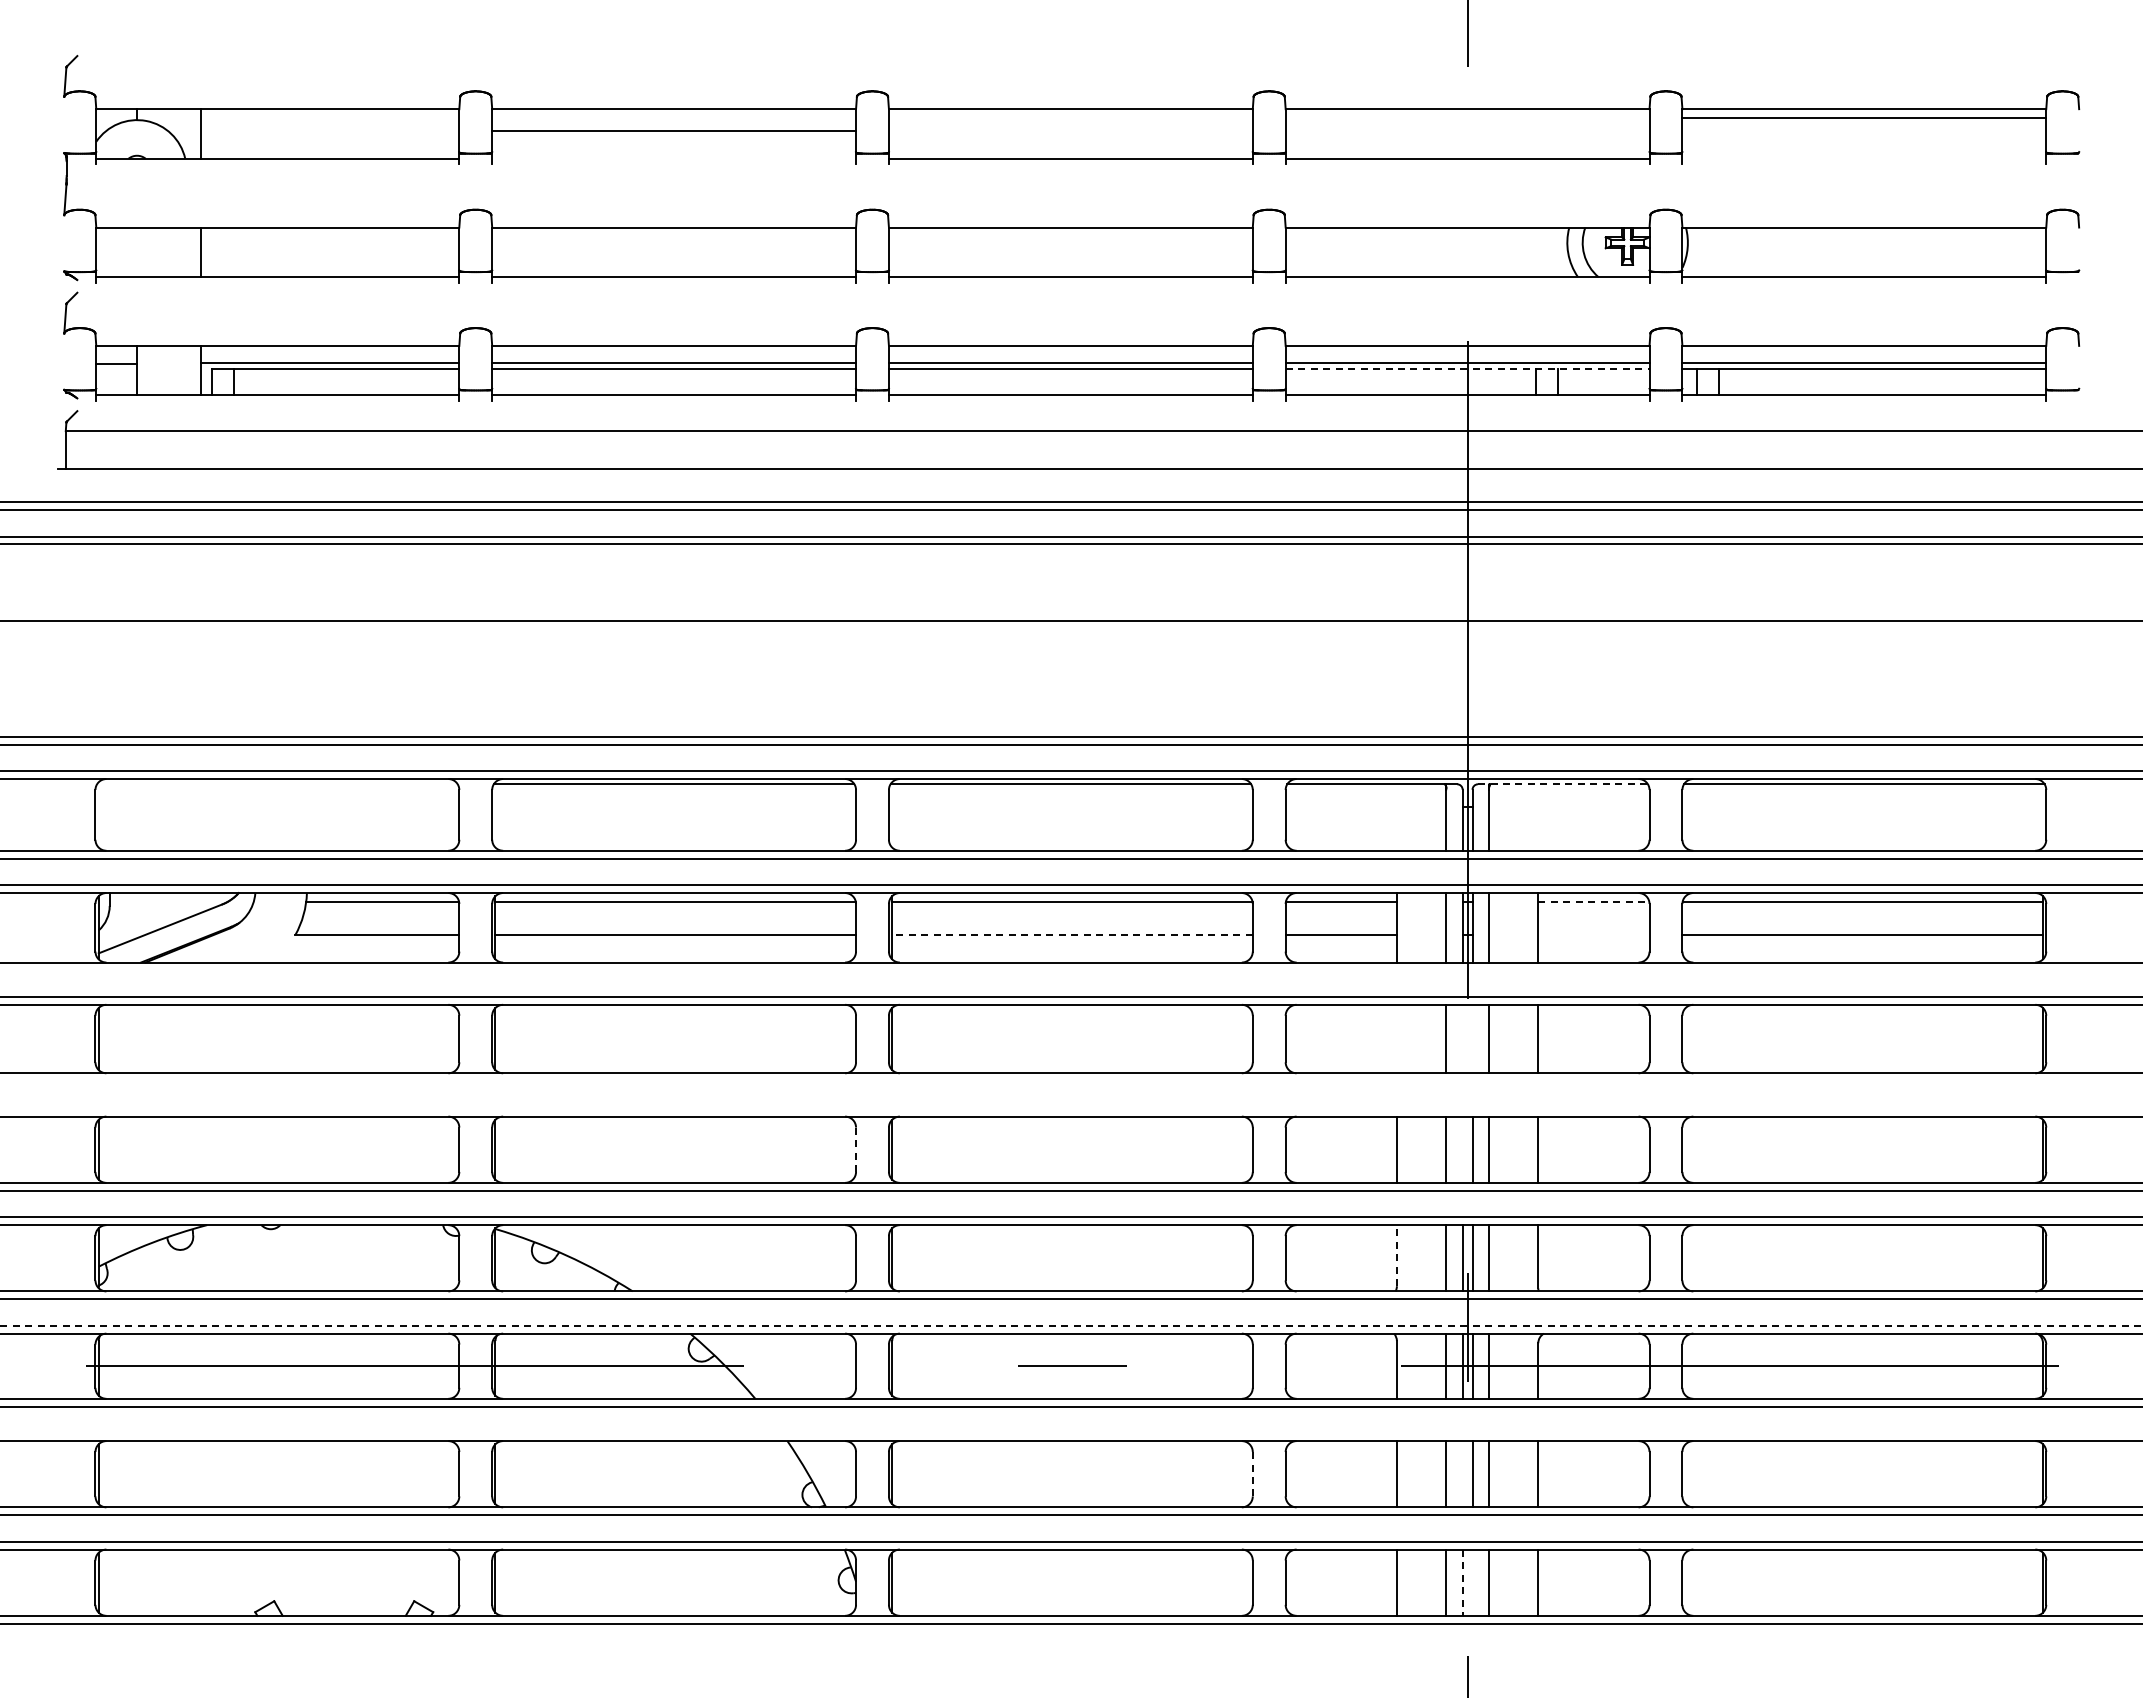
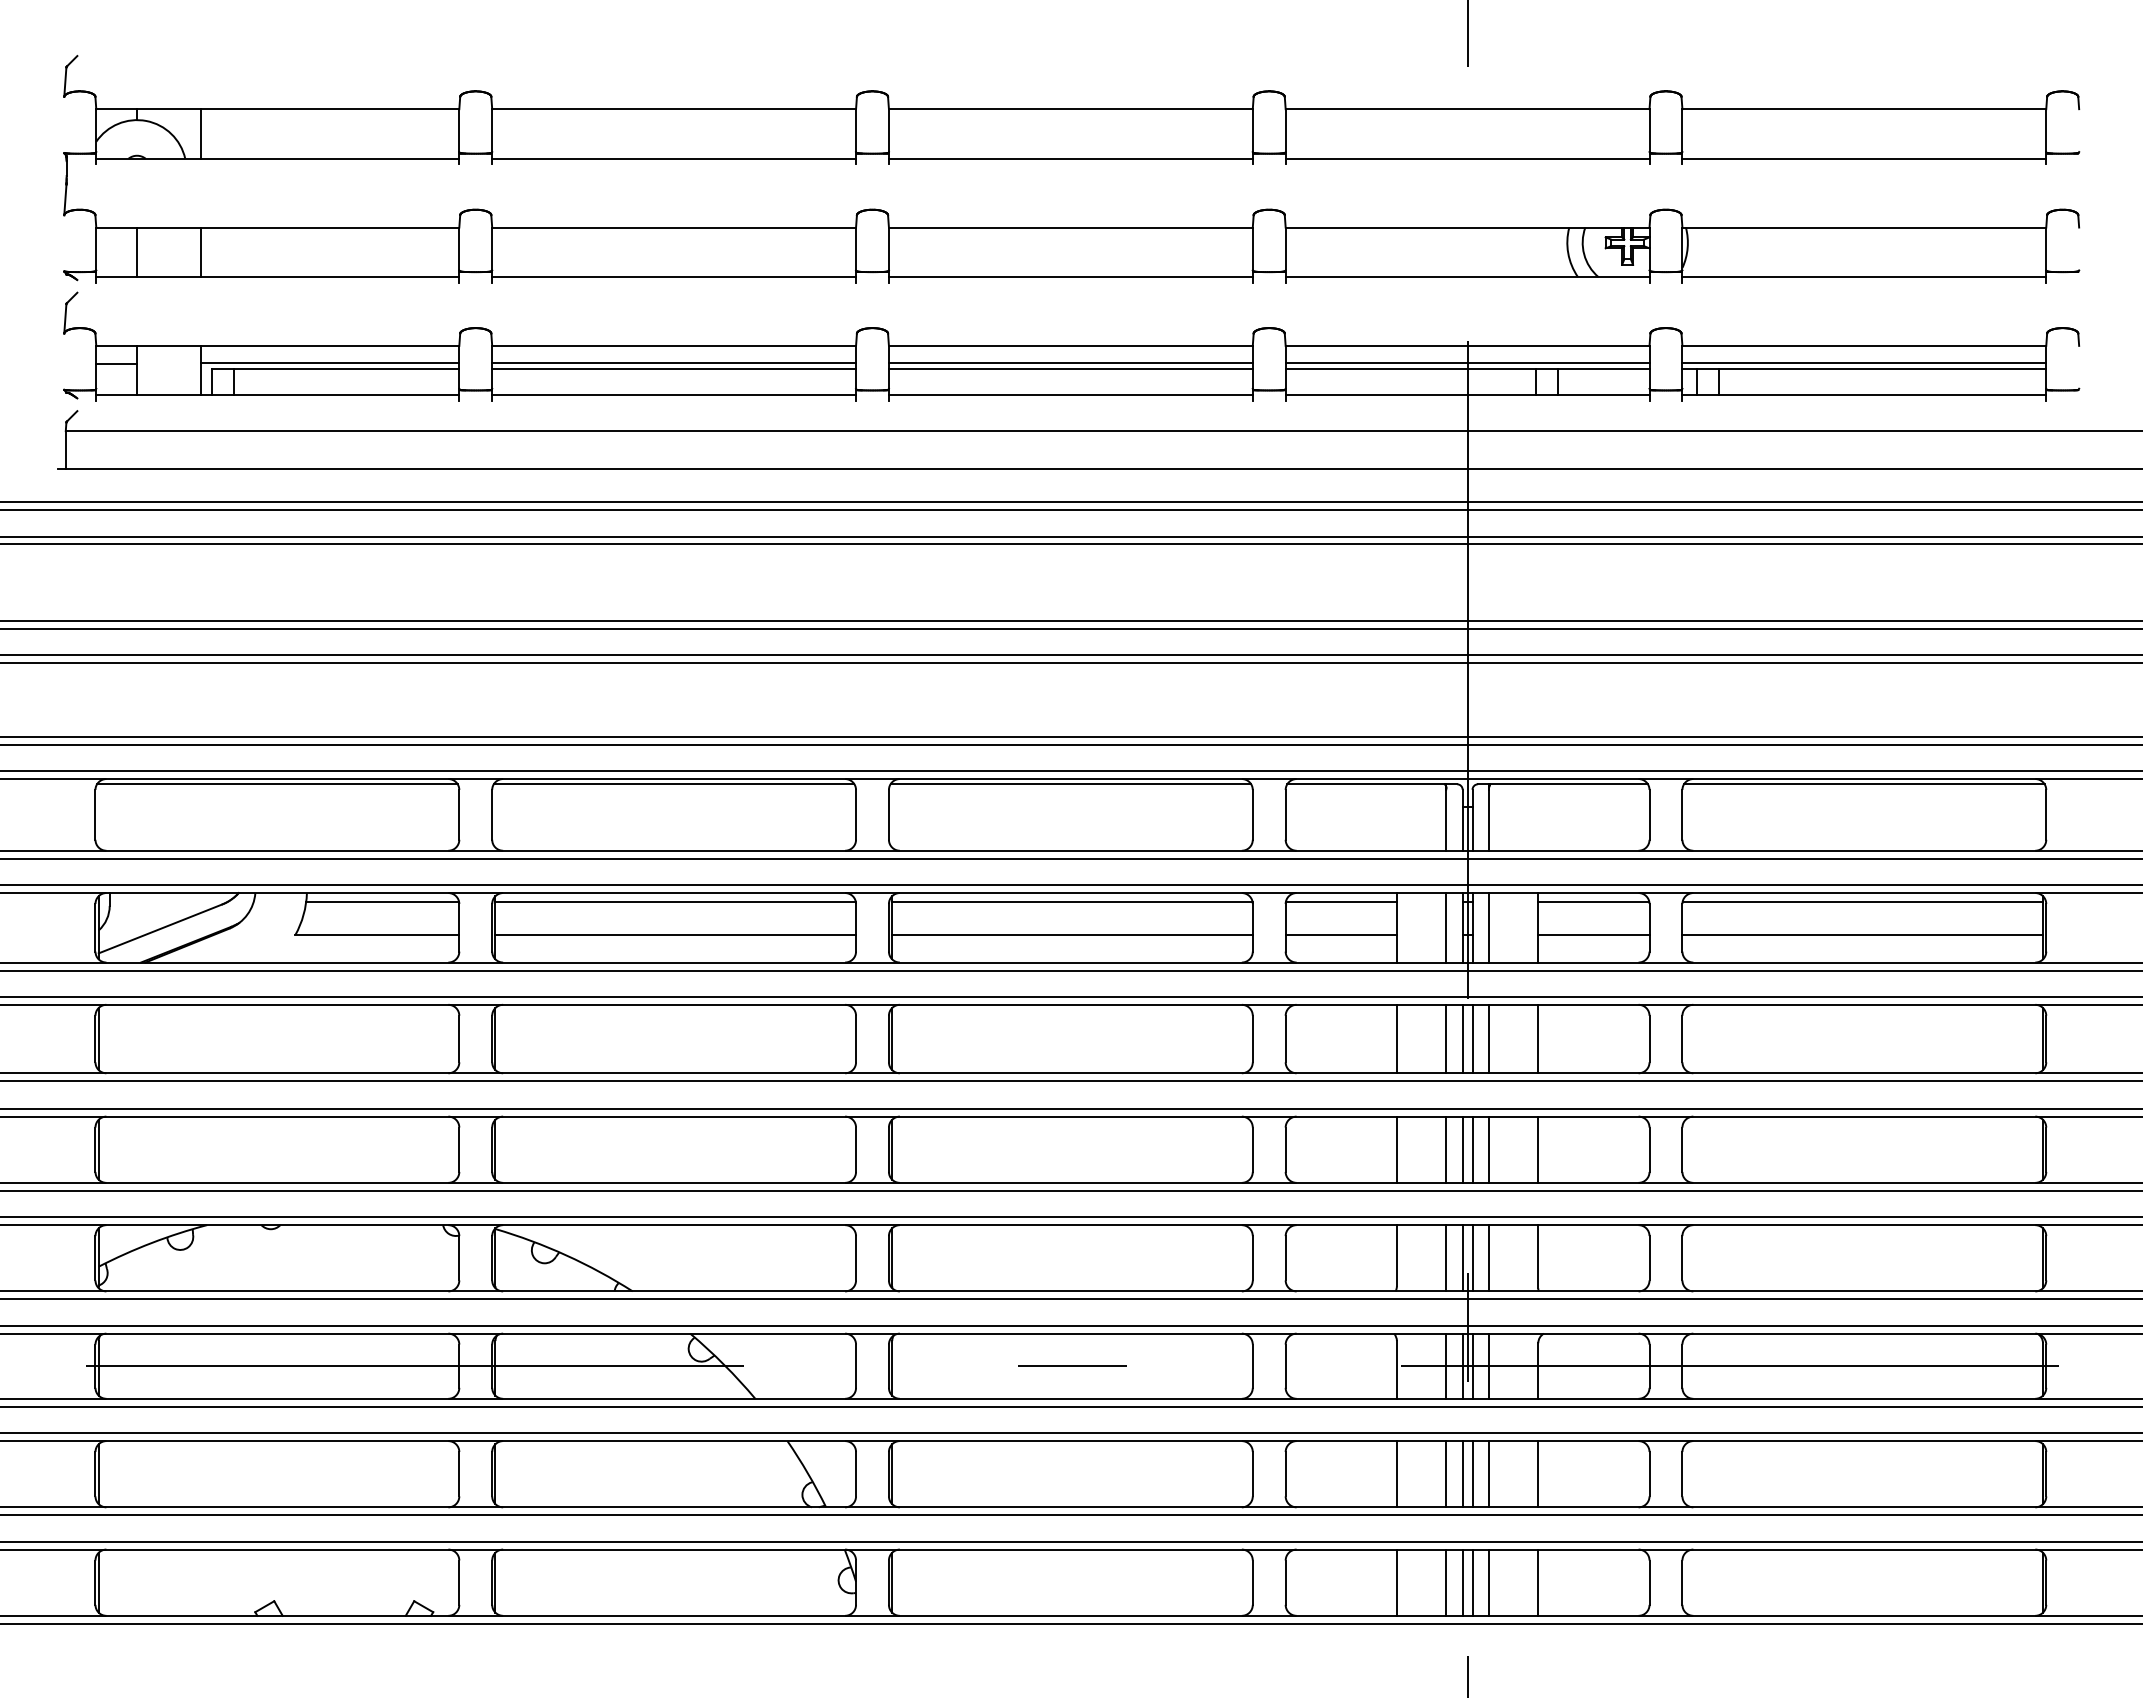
line at (1864, 117) position: (1864, 117) -> (1864, 158)
line at (674, 130) position: (674, 130) -> (674, 158)
line at (137, 252): none -> present
line at (1467, 368): dashed -> solid
line at (1070, 628): none -> present
line at (1070, 654): none -> present
line at (1070, 662): none -> present
line at (277, 784): none -> present
line at (1562, 784): dashed -> solid
line at (1593, 902): dashed -> solid
line at (1072, 935): dashed -> solid
line at (1593, 935): none -> present
line at (1070, 970): none -> present
line at (1396, 1038): none -> present
line at (1462, 1038): none -> present
line at (1472, 1038): none -> present
line at (1070, 1081): none -> present
line at (1070, 1108): none -> present
line at (1462, 1149): none -> present
line at (856, 1150): dashed -> solid
line at (1396, 1255): dashed -> solid
line at (1071, 1325): dashed -> solid
line at (1070, 1433): none -> present
line at (1252, 1474): dashed -> solid
line at (1462, 1474): none -> present
line at (1472, 1582): none -> present
line at (1462, 1583): dashed -> solid
